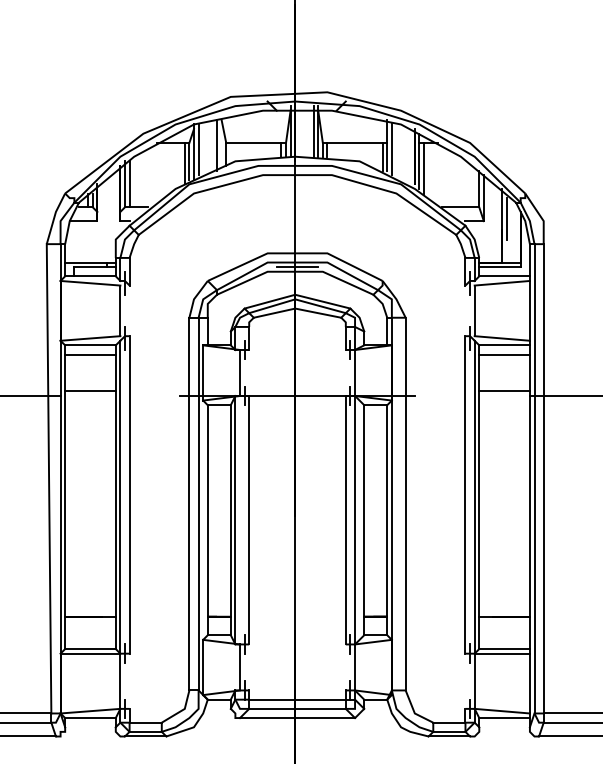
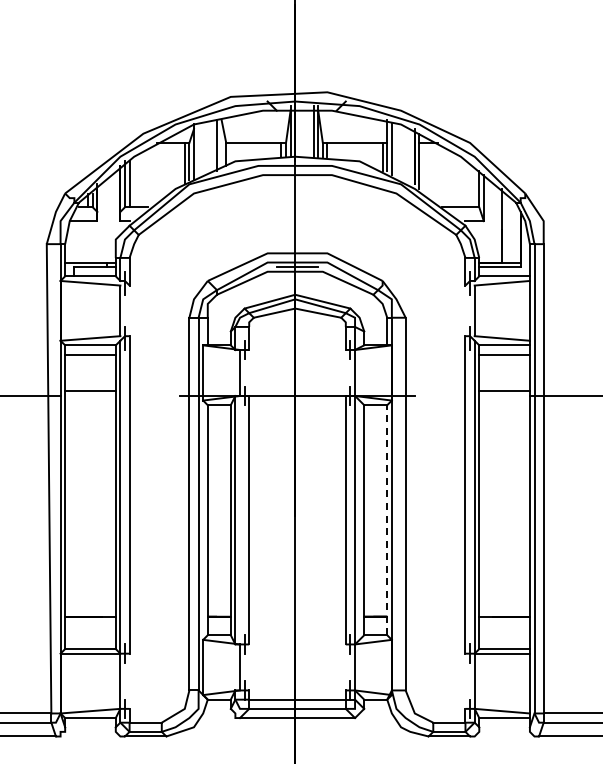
line at (198, 149): present -> none
line at (424, 167): present -> none
line at (506, 218): present -> none
line at (387, 519): solid -> dashed
